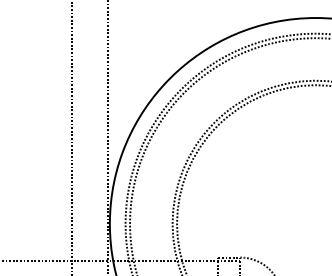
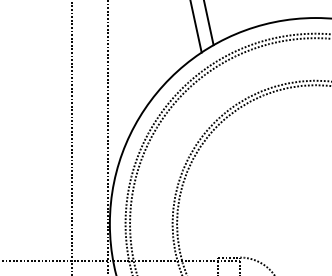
line at (208, 23): none -> present
line at (195, 27): none -> present
